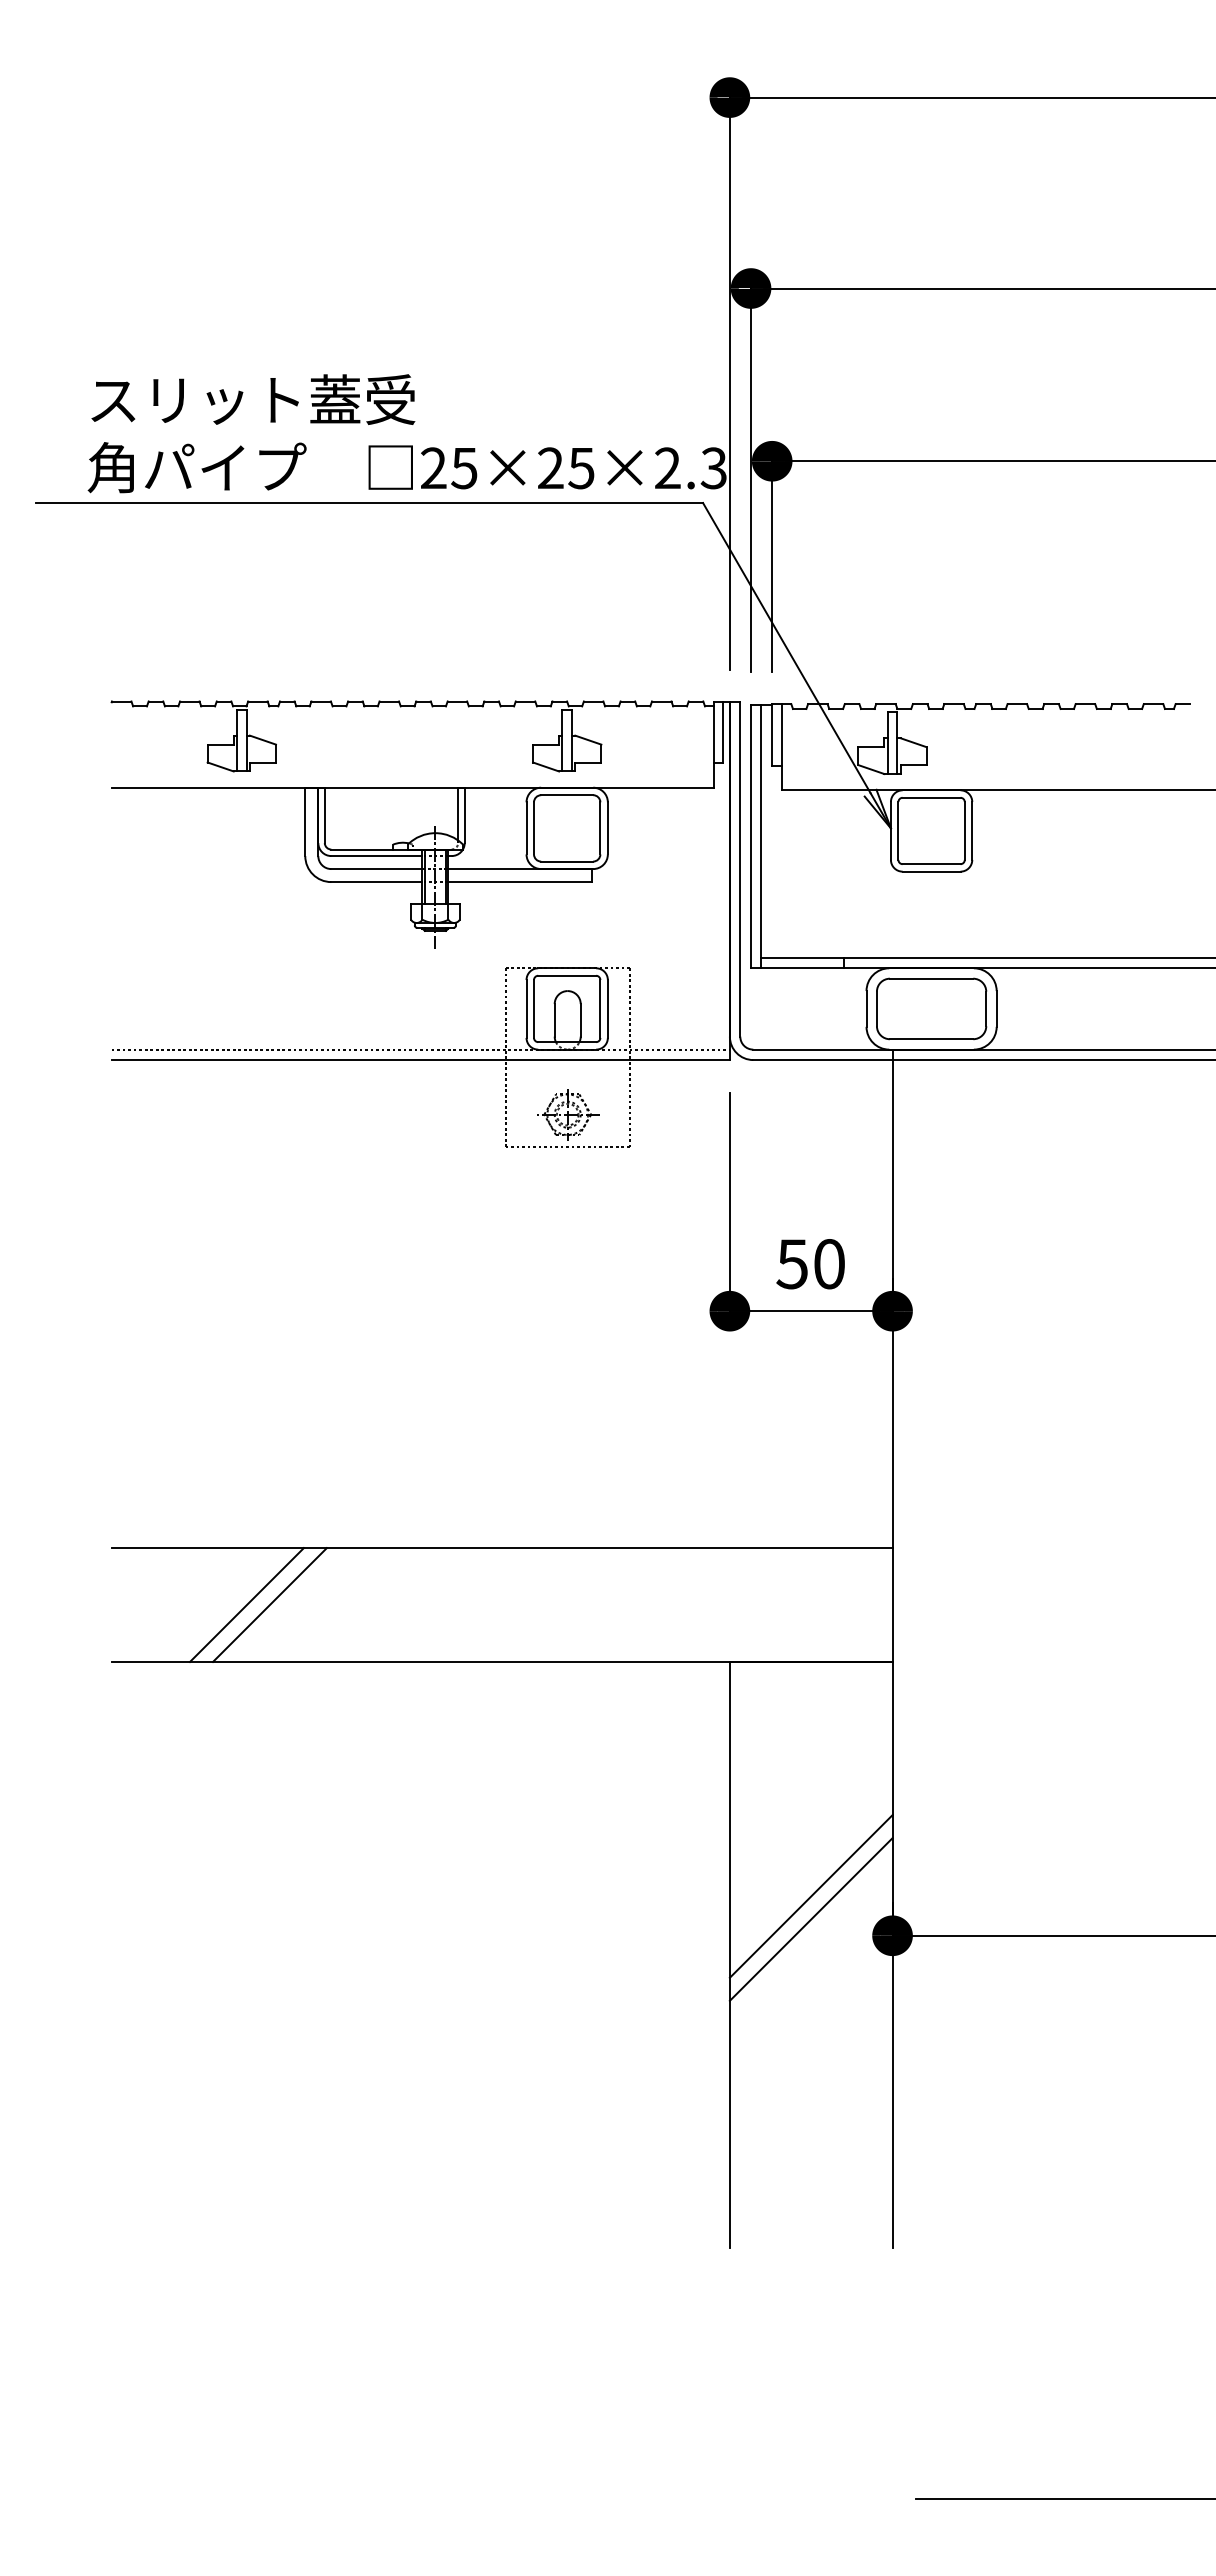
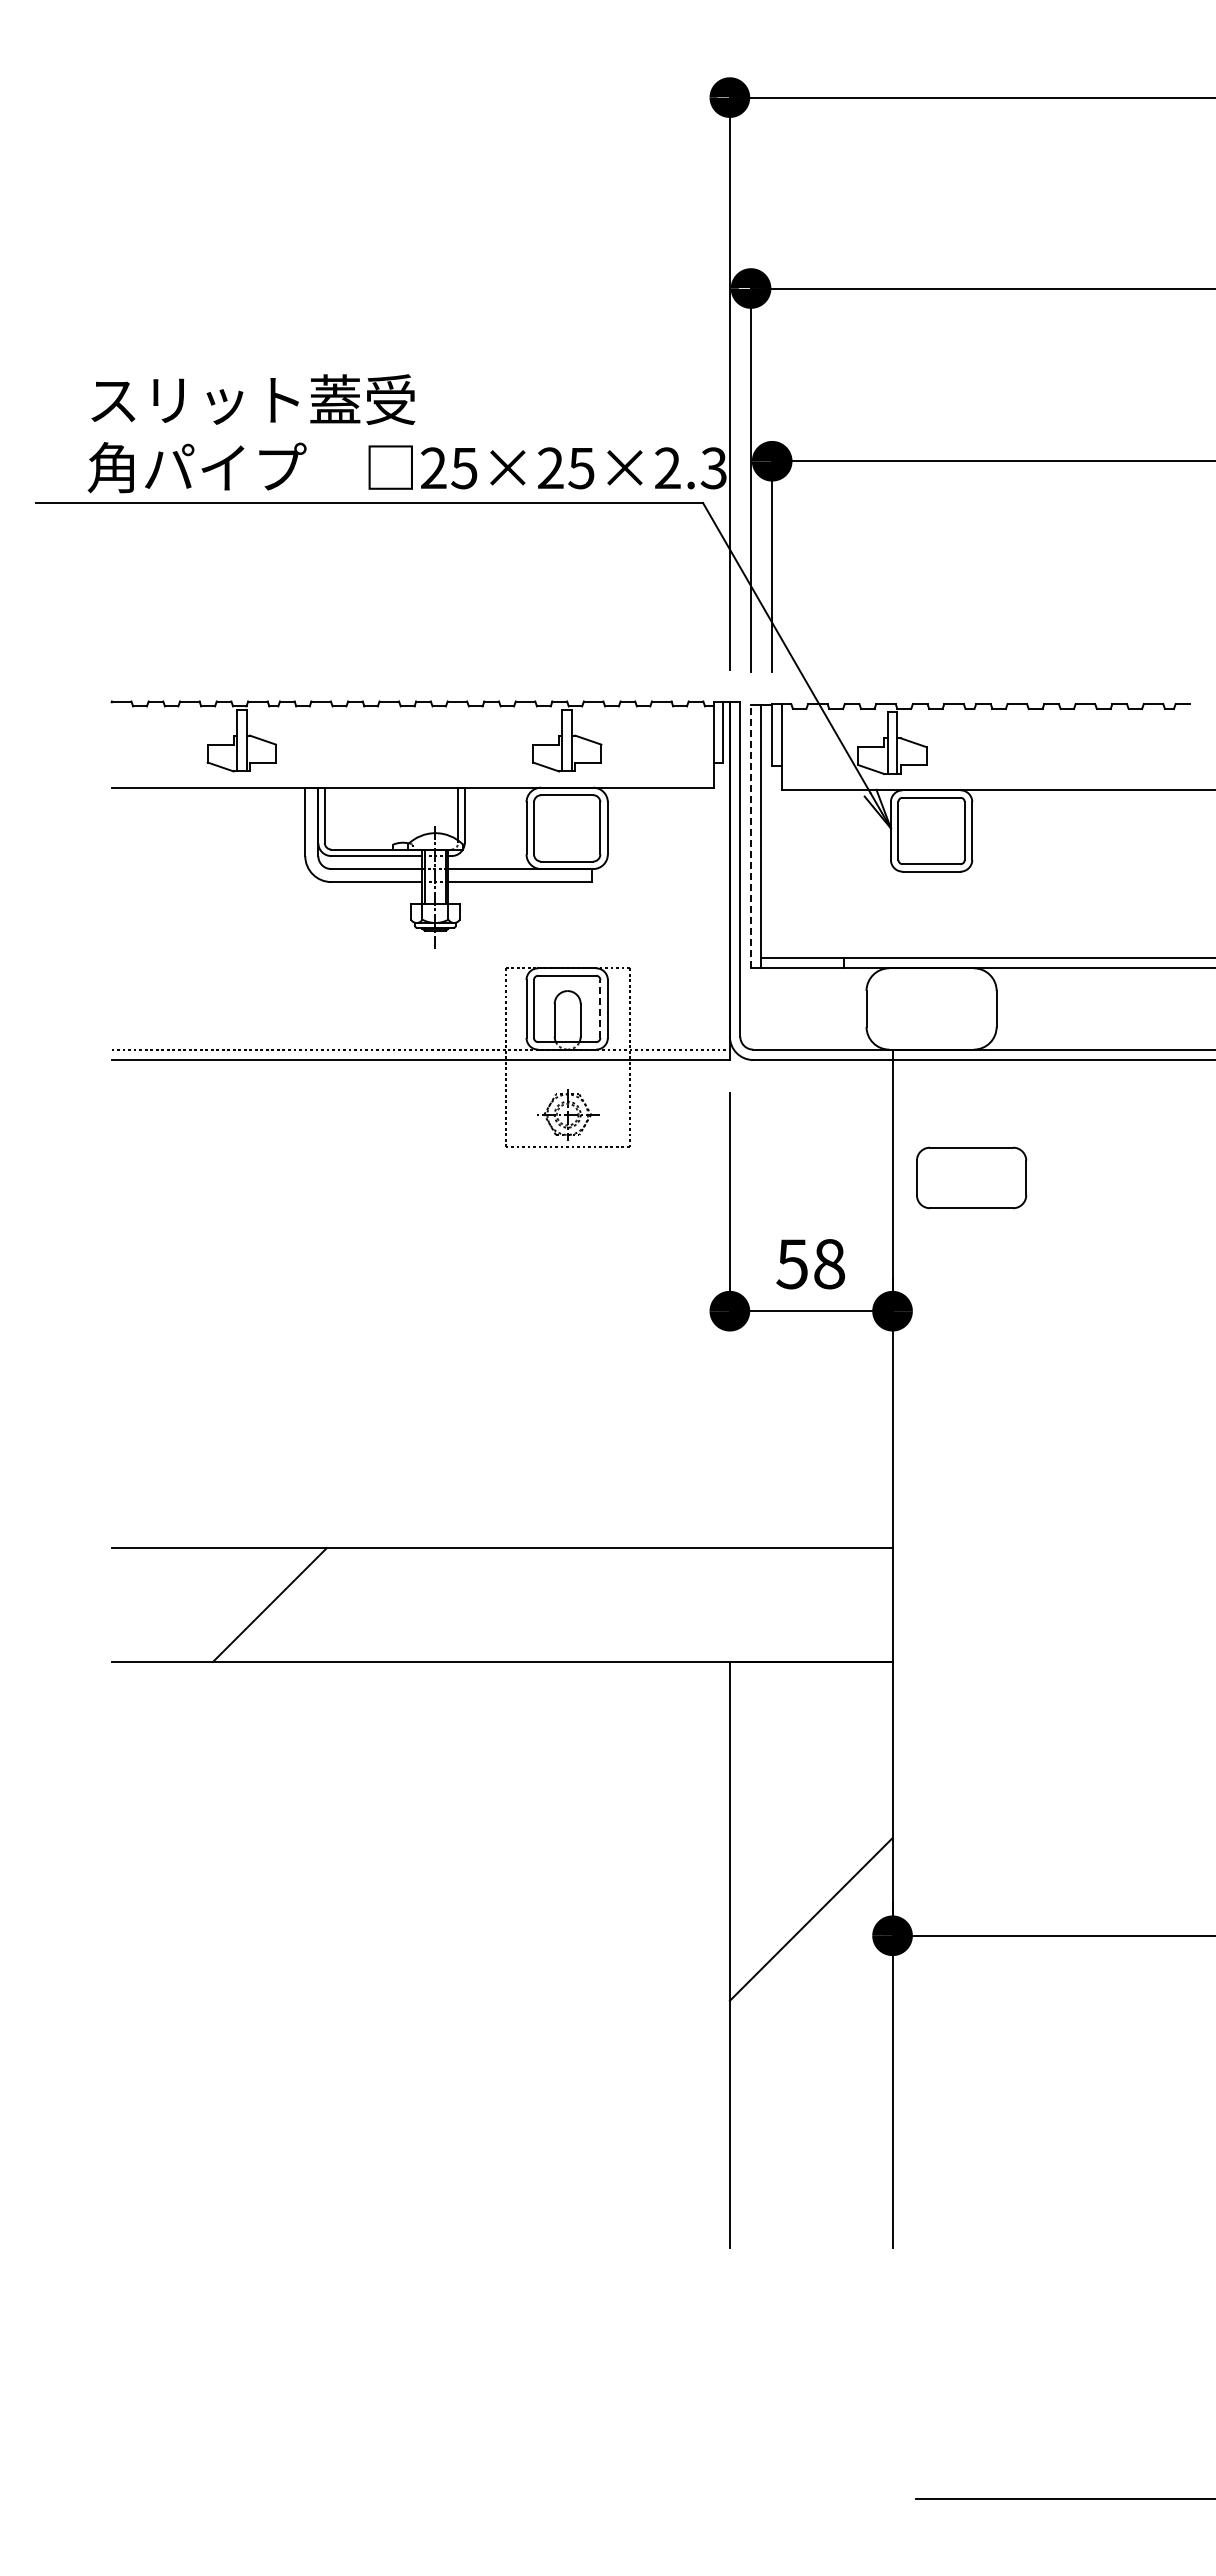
line at (751, 836): solid -> dashed
line at (600, 1008): solid -> dashed
part at (931, 1008) position: (931, 1008) -> (971, 1177)
text at (829, 1264): 50 -> 58
line at (246, 1604): present -> none
line at (810, 1896): present -> none
